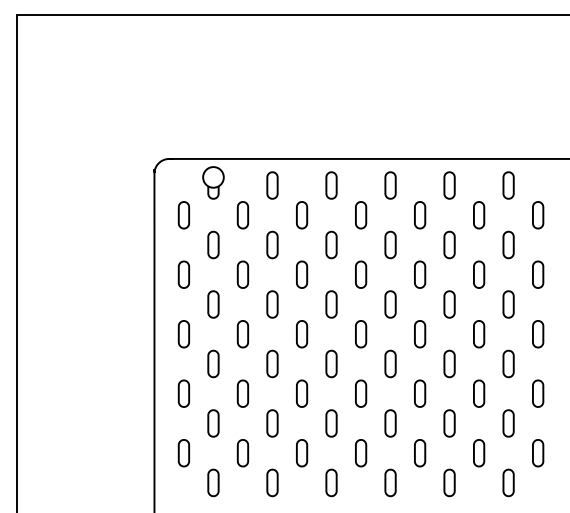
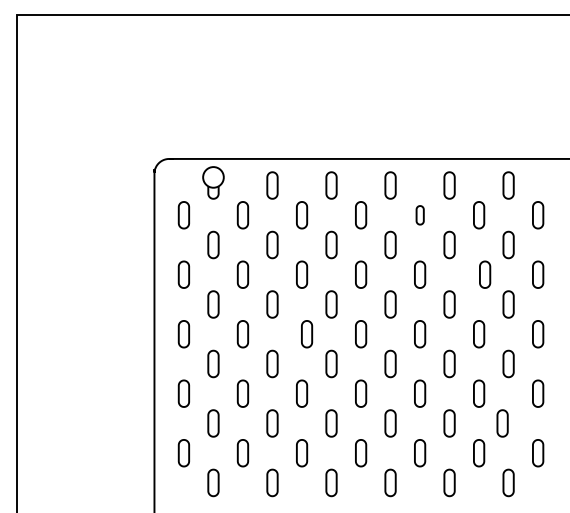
part at (420, 215) size: 13x29 px -> 10x21 px
part at (479, 274) position: (479, 274) -> (485, 274)
part at (302, 334) position: (302, 334) -> (307, 334)
part at (508, 423) position: (508, 423) -> (502, 423)
